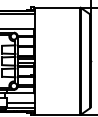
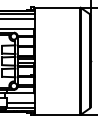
line at (18, 19): none -> present
